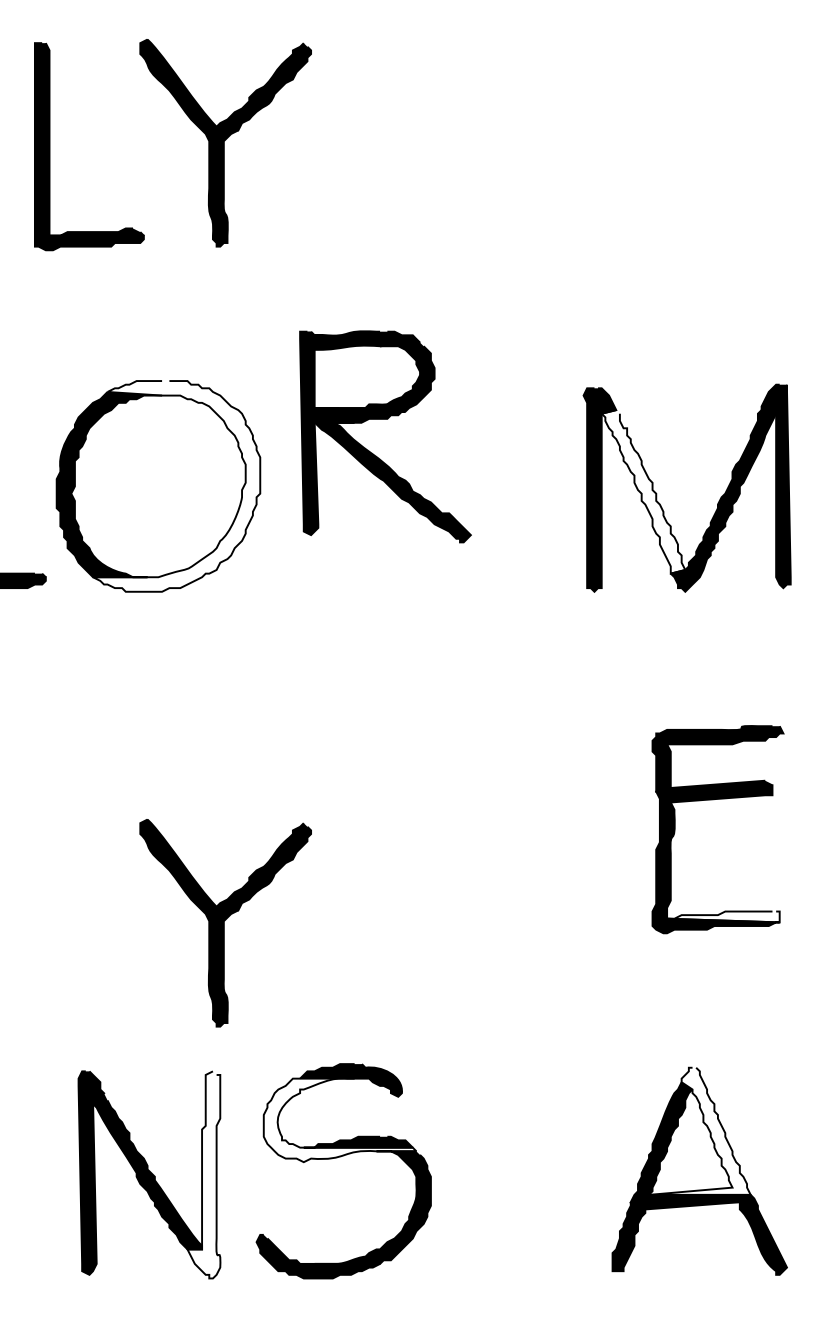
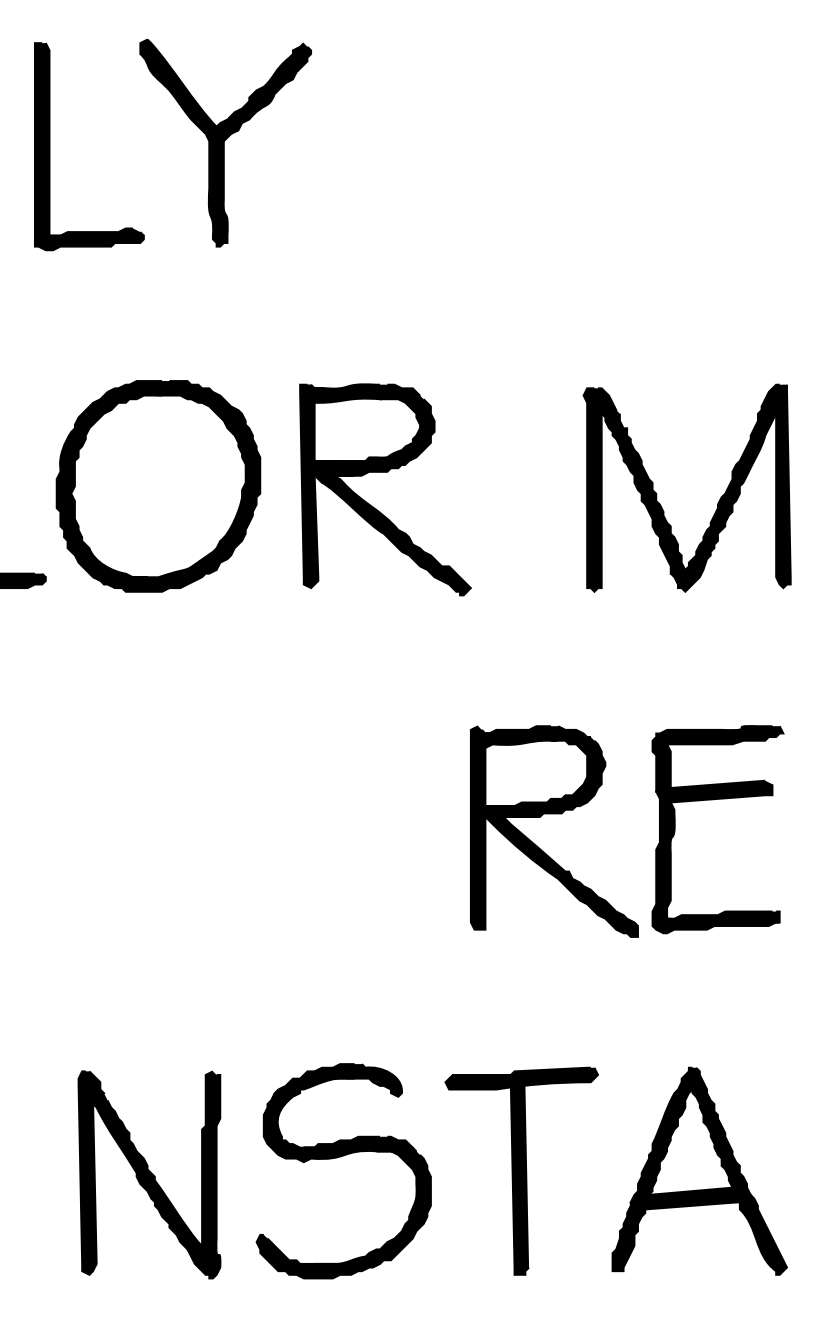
part at (385, 419) position: (385, 419) -> (385, 472)
fill at (176, 486): none -> present
fill at (643, 491): none -> present
part at (554, 814): none -> present
fill at (723, 916): none -> present
part at (225, 923): present -> none
fill at (339, 1120): none -> present
fill at (699, 1130): none -> present
part at (521, 1170): none -> present
fill at (203, 1174): none -> present
